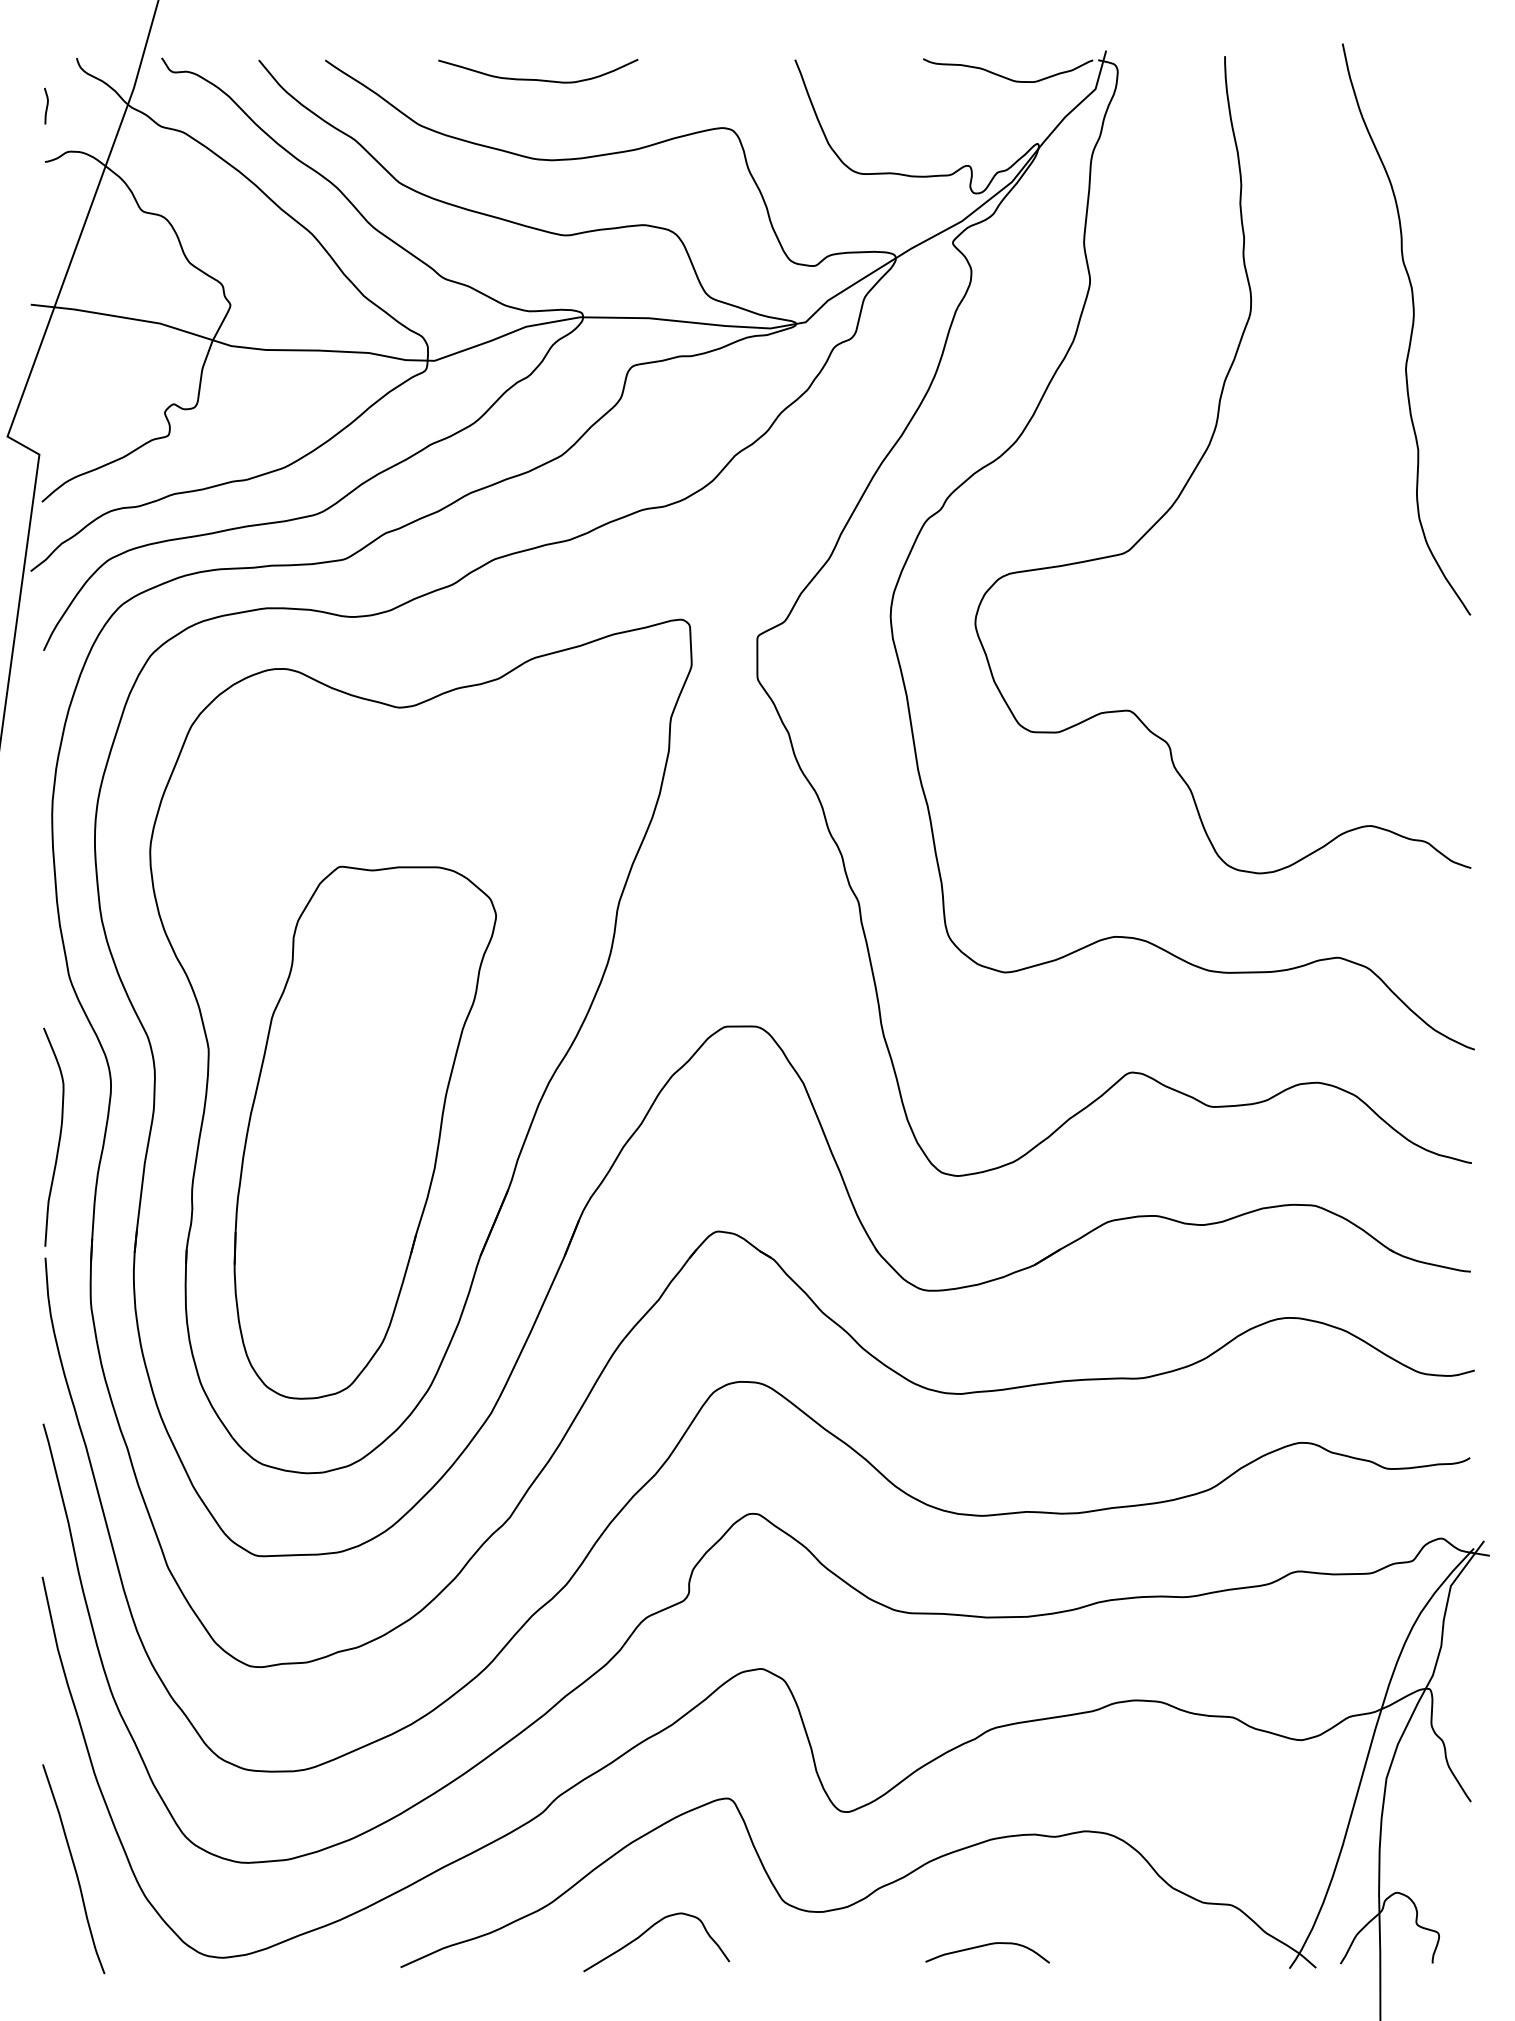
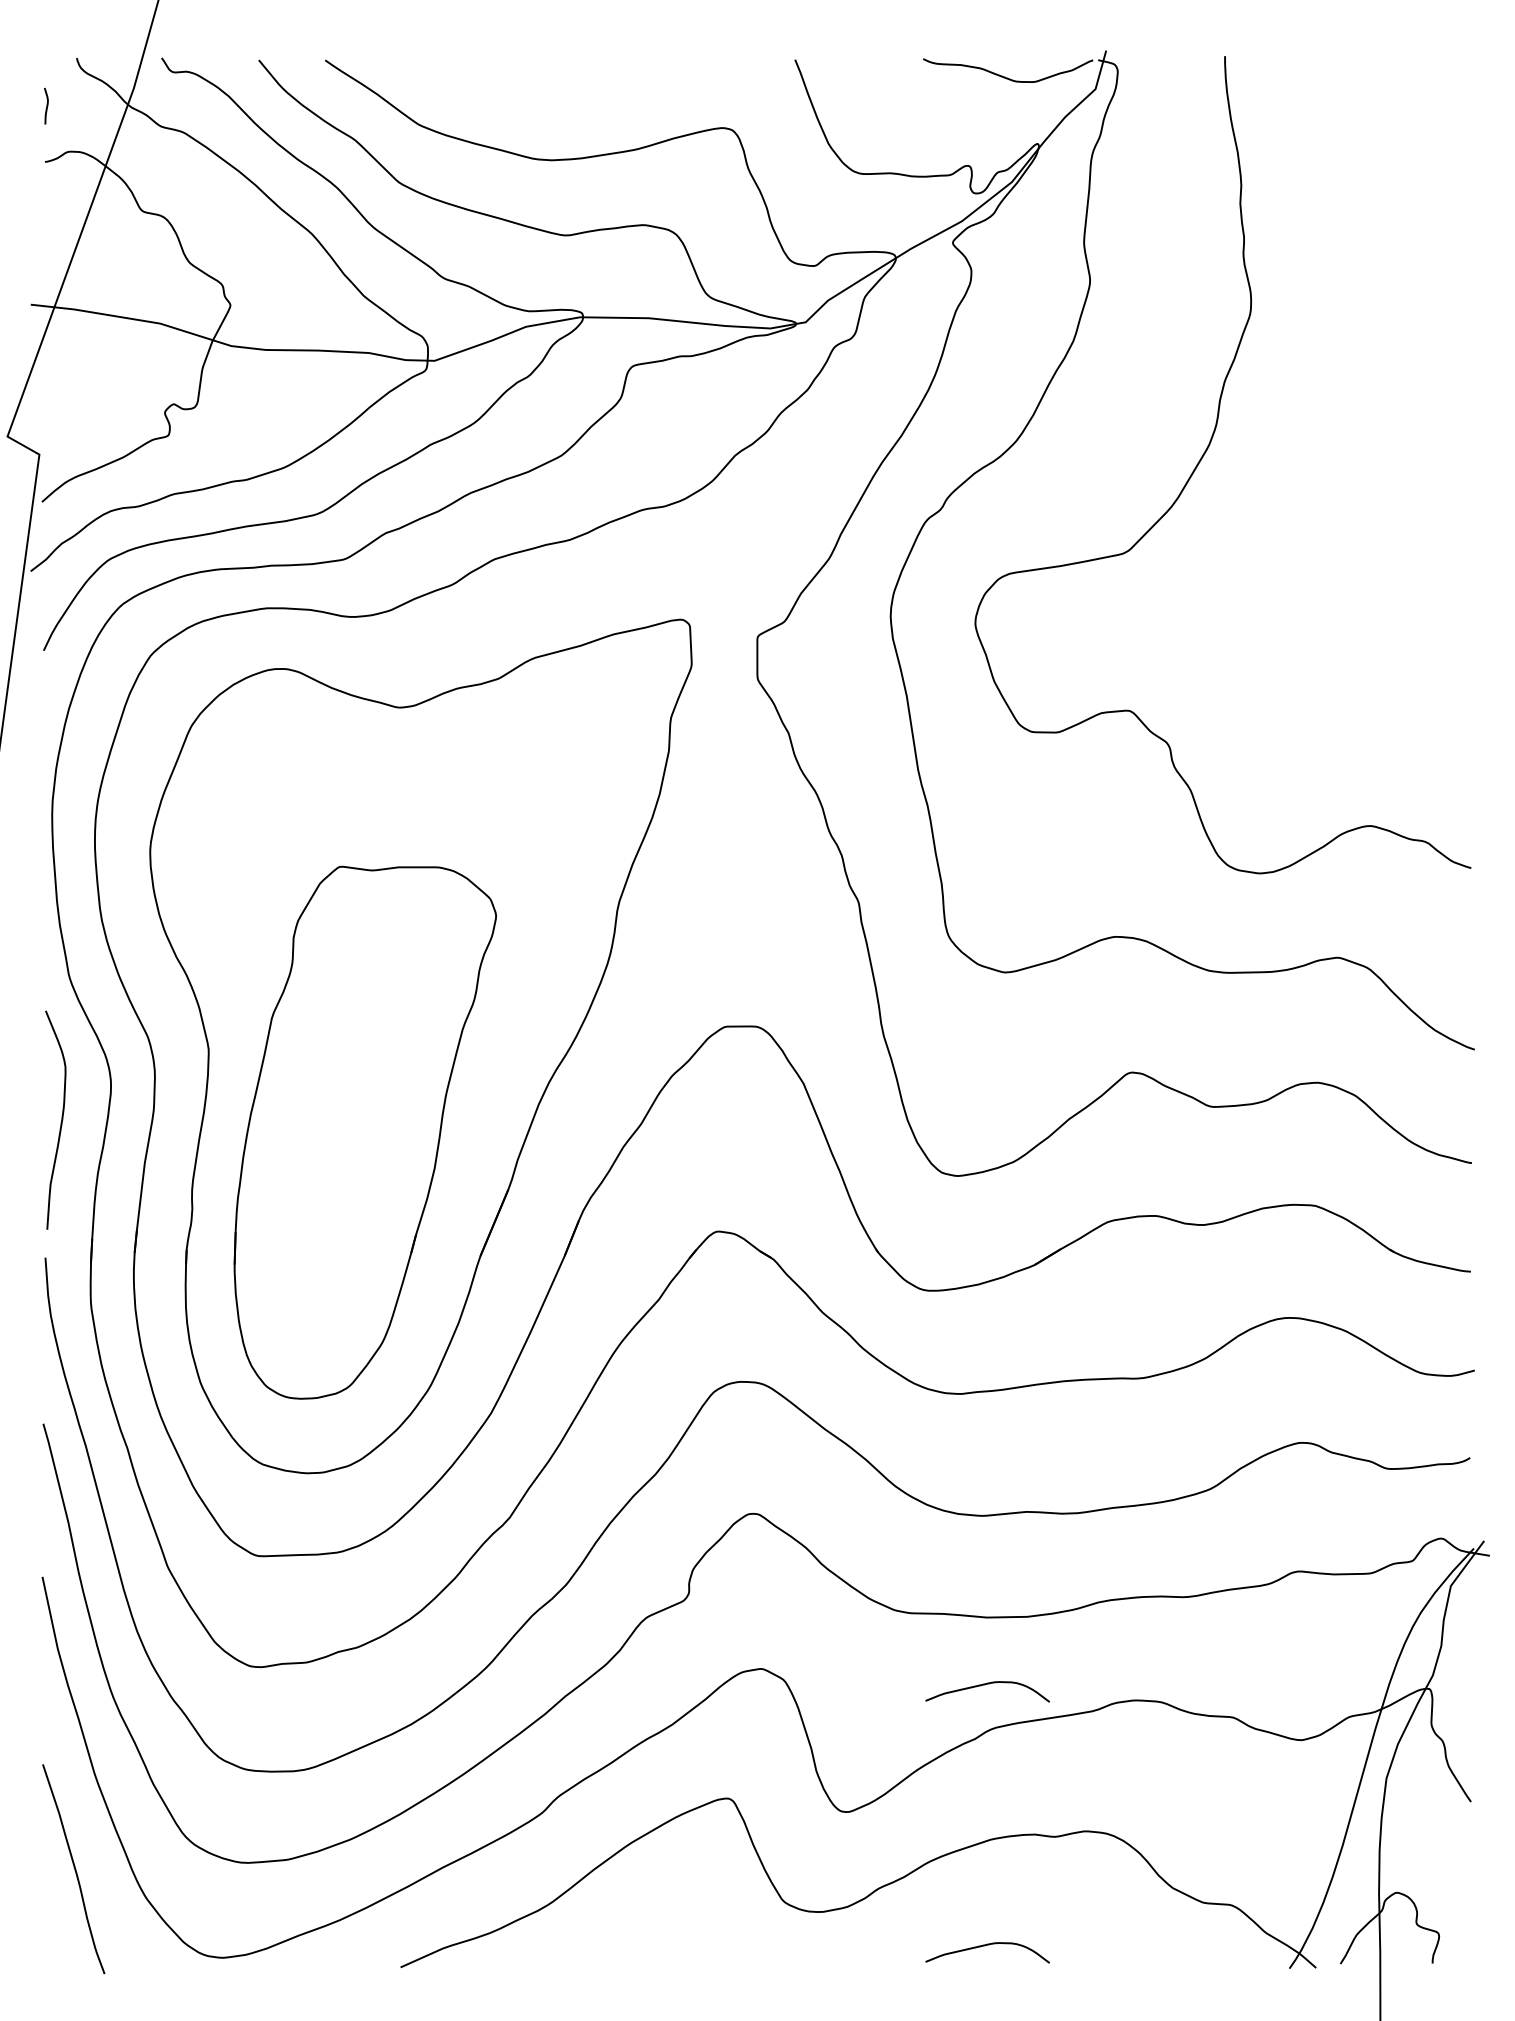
curve at (538, 79): present -> none
curve at (1411, 329): present -> none
curve at (58, 1139) position: (58, 1139) -> (60, 1122)
curve at (985, 1685): none -> present
curve at (646, 1932): present -> none
